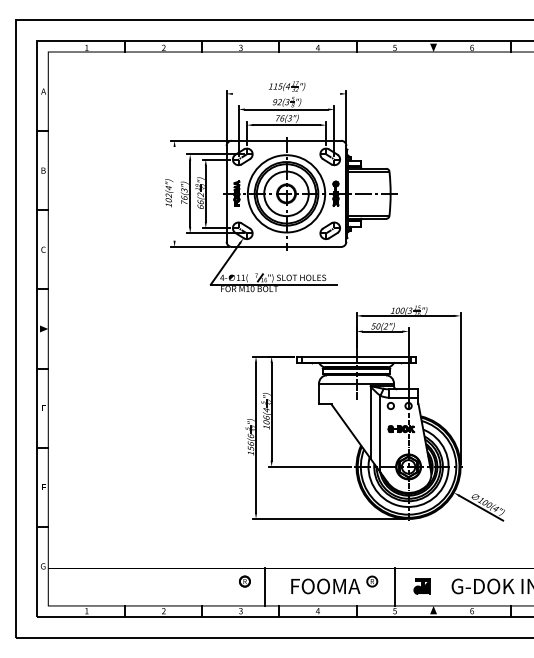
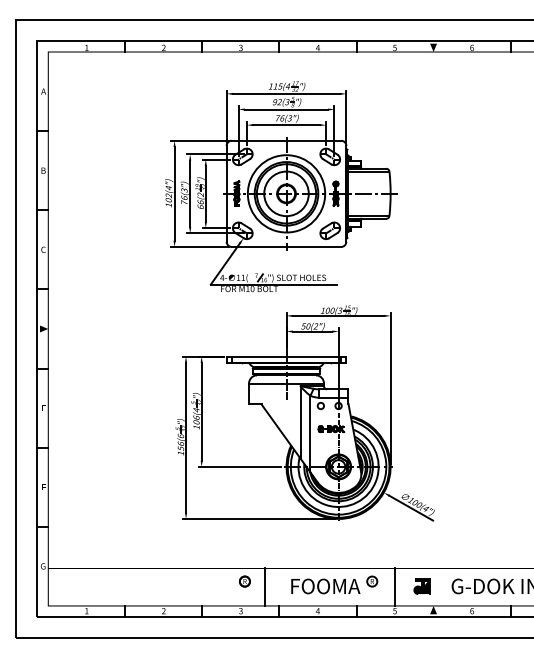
line at (286, 93): none -> present
line at (174, 193): none -> present
part at (374, 413) position: (374, 413) -> (304, 413)
